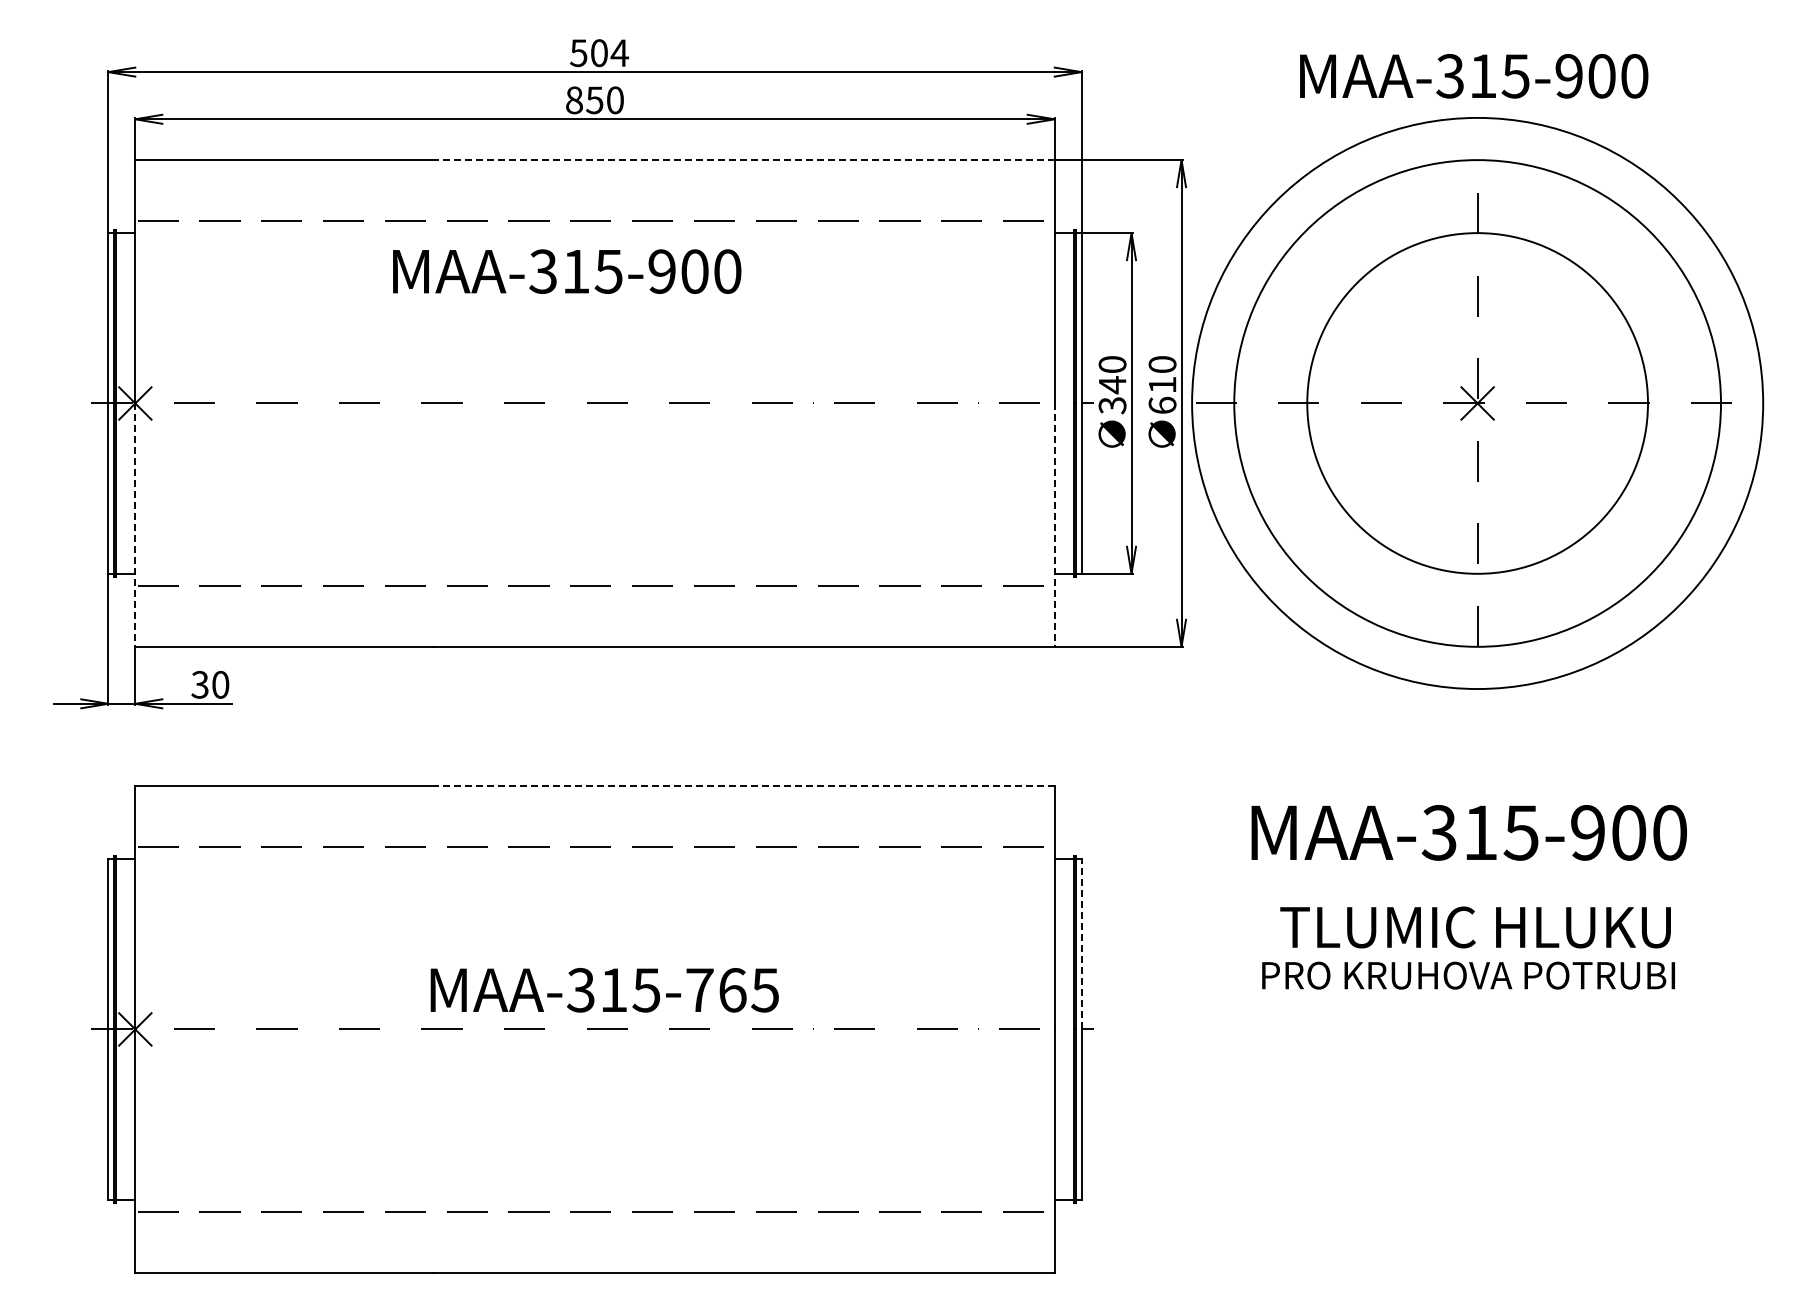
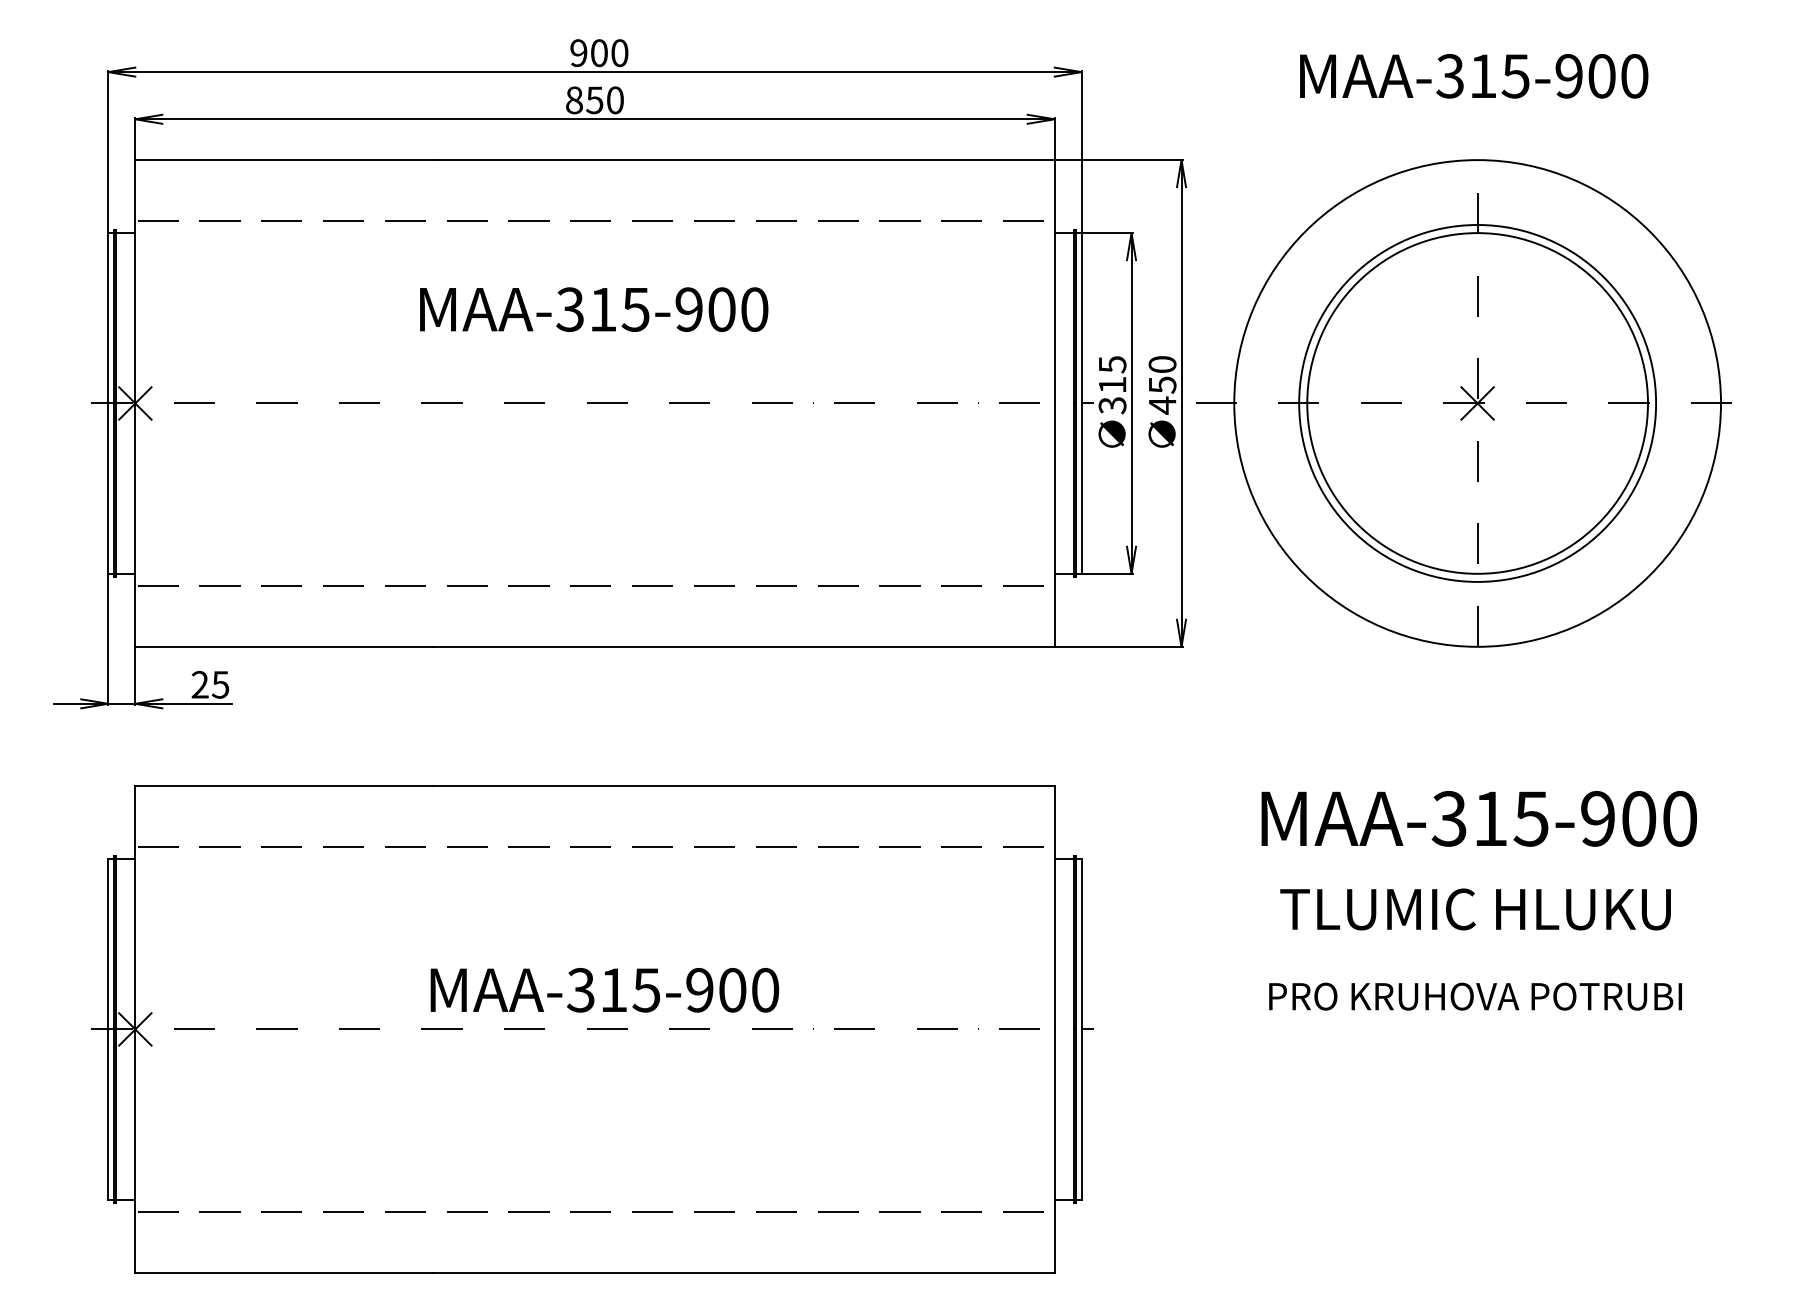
text at (599, 53): 504 -> 900
line at (743, 160): dashed -> solid
text at (567, 271) position: (567, 271) -> (594, 309)
text at (1112, 375): 340 -> 315
text at (1162, 395): 610 -> 450
circle at (1477, 403) diameter: 571 px -> 357 px
line at (135, 525): dashed -> solid
line at (1054, 525): dashed -> solid
text at (210, 684): 30 -> 25
line at (743, 786): dashed -> solid
text at (1468, 832) position: (1468, 832) -> (1478, 818)
text at (1475, 927) position: (1475, 927) -> (1475, 909)
line at (1081, 943): dashed -> solid
text at (1468, 975) position: (1468, 975) -> (1475, 996)
text at (732, 990): MAA-315-765 -> MAA-315-900
